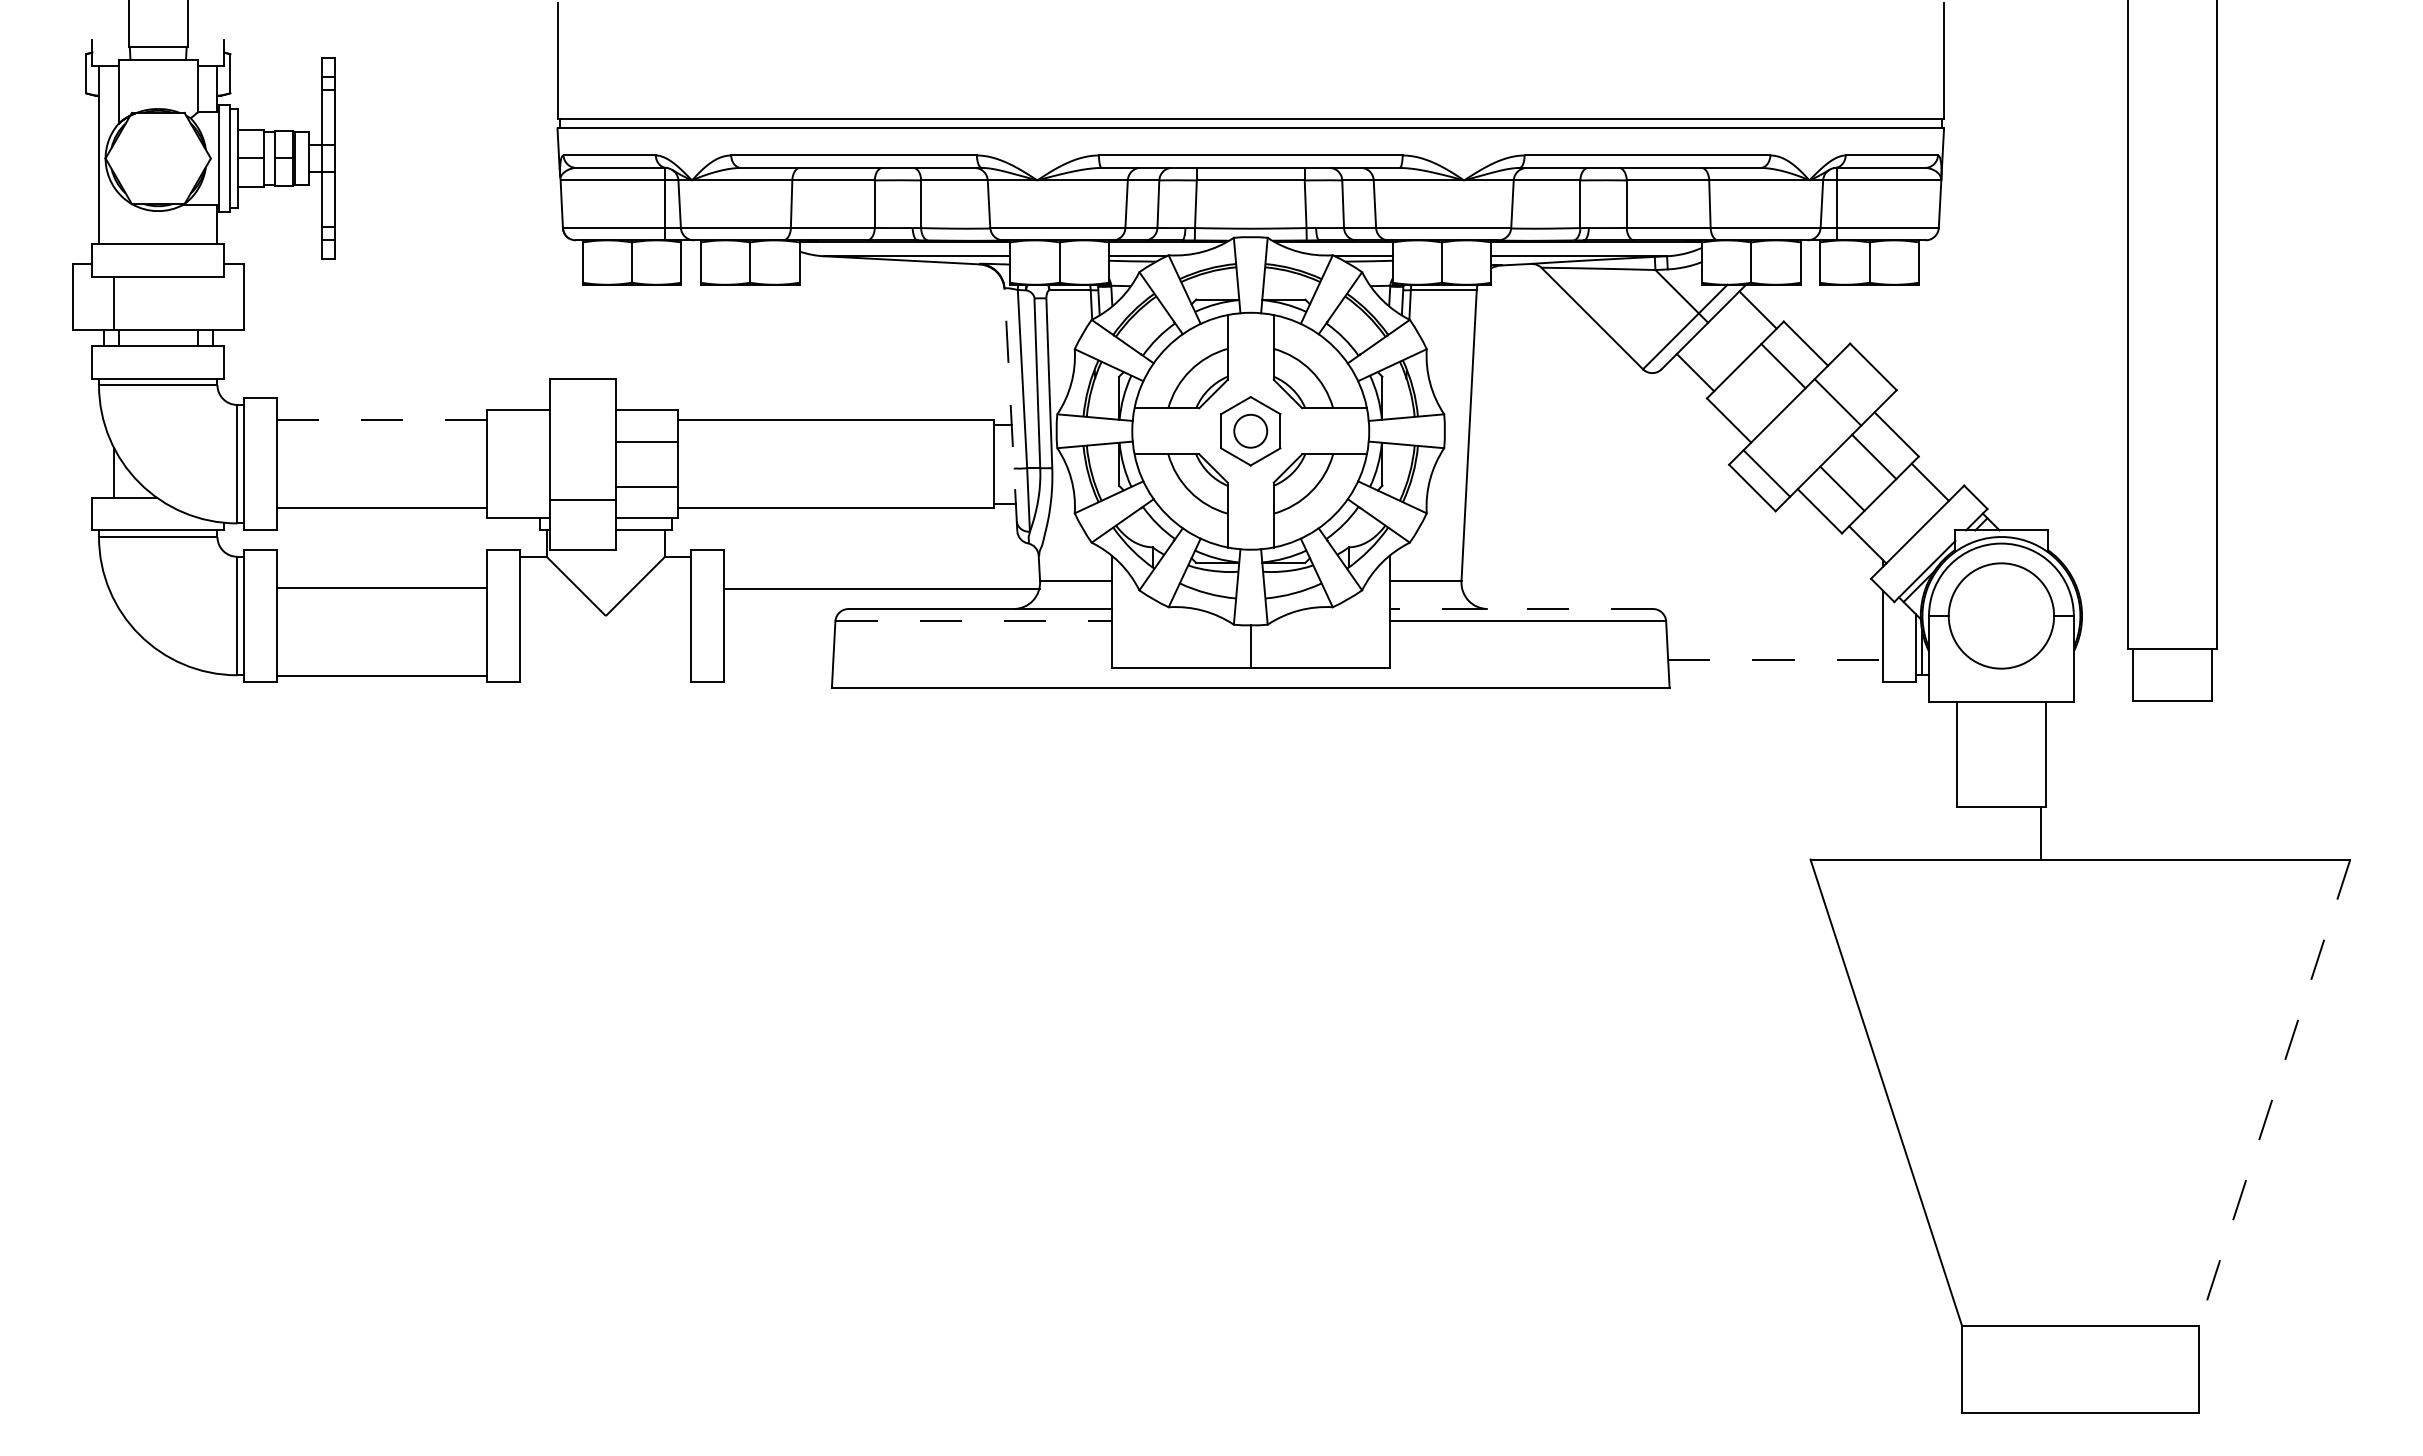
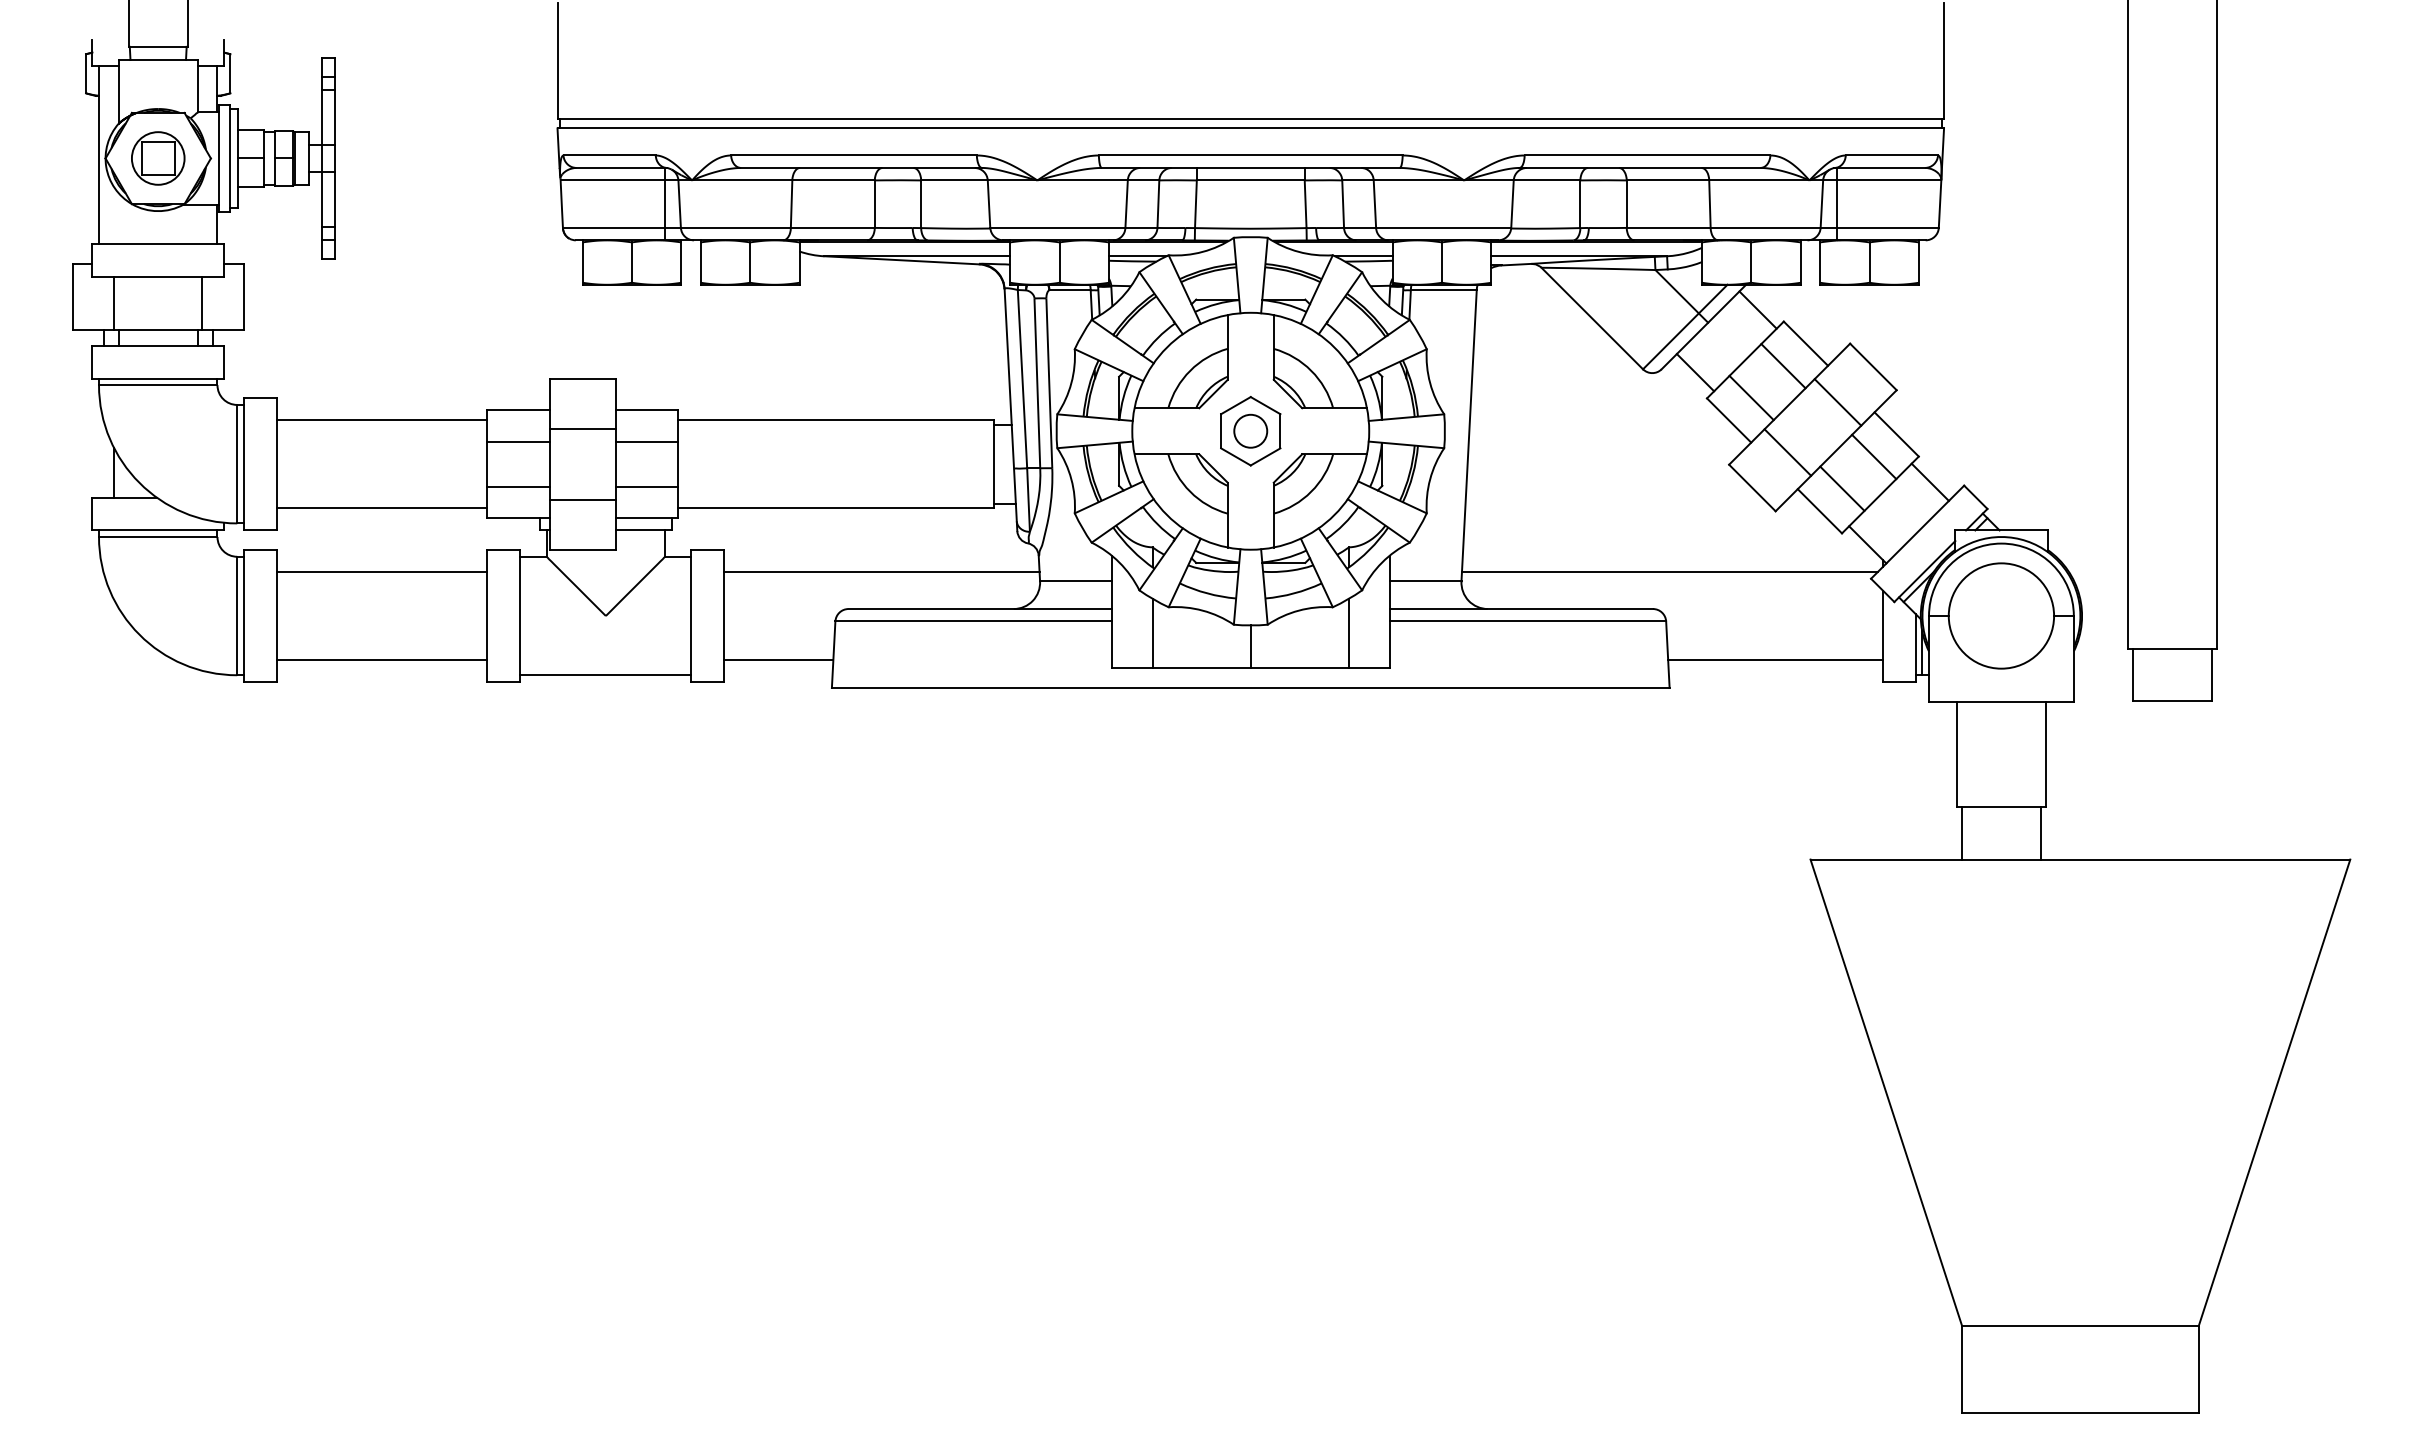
part at (158, 158): none -> present
line at (202, 303): none -> present
line at (1751, 397): none -> present
line at (1010, 409): dashed -> solid
line at (382, 419): dashed -> solid
line at (582, 428): none -> present
line at (518, 441): none -> present
line at (1766, 473) position: (1766, 473) -> (1787, 452)
line at (518, 486): none -> present
line at (1670, 571): none -> present
line at (381, 587) position: (381, 587) -> (381, 571)
line at (881, 588) position: (881, 588) -> (881, 571)
line at (1521, 609): dashed -> solid
line at (974, 621): dashed -> solid
line at (1152, 633): none -> present
line at (1349, 633): none -> present
line at (778, 660): none -> present
line at (1776, 660): dashed -> solid
line at (605, 675): none -> present
line at (381, 676) position: (381, 676) -> (381, 660)
line at (1961, 832): none -> present
line at (2274, 1092): dashed -> solid
